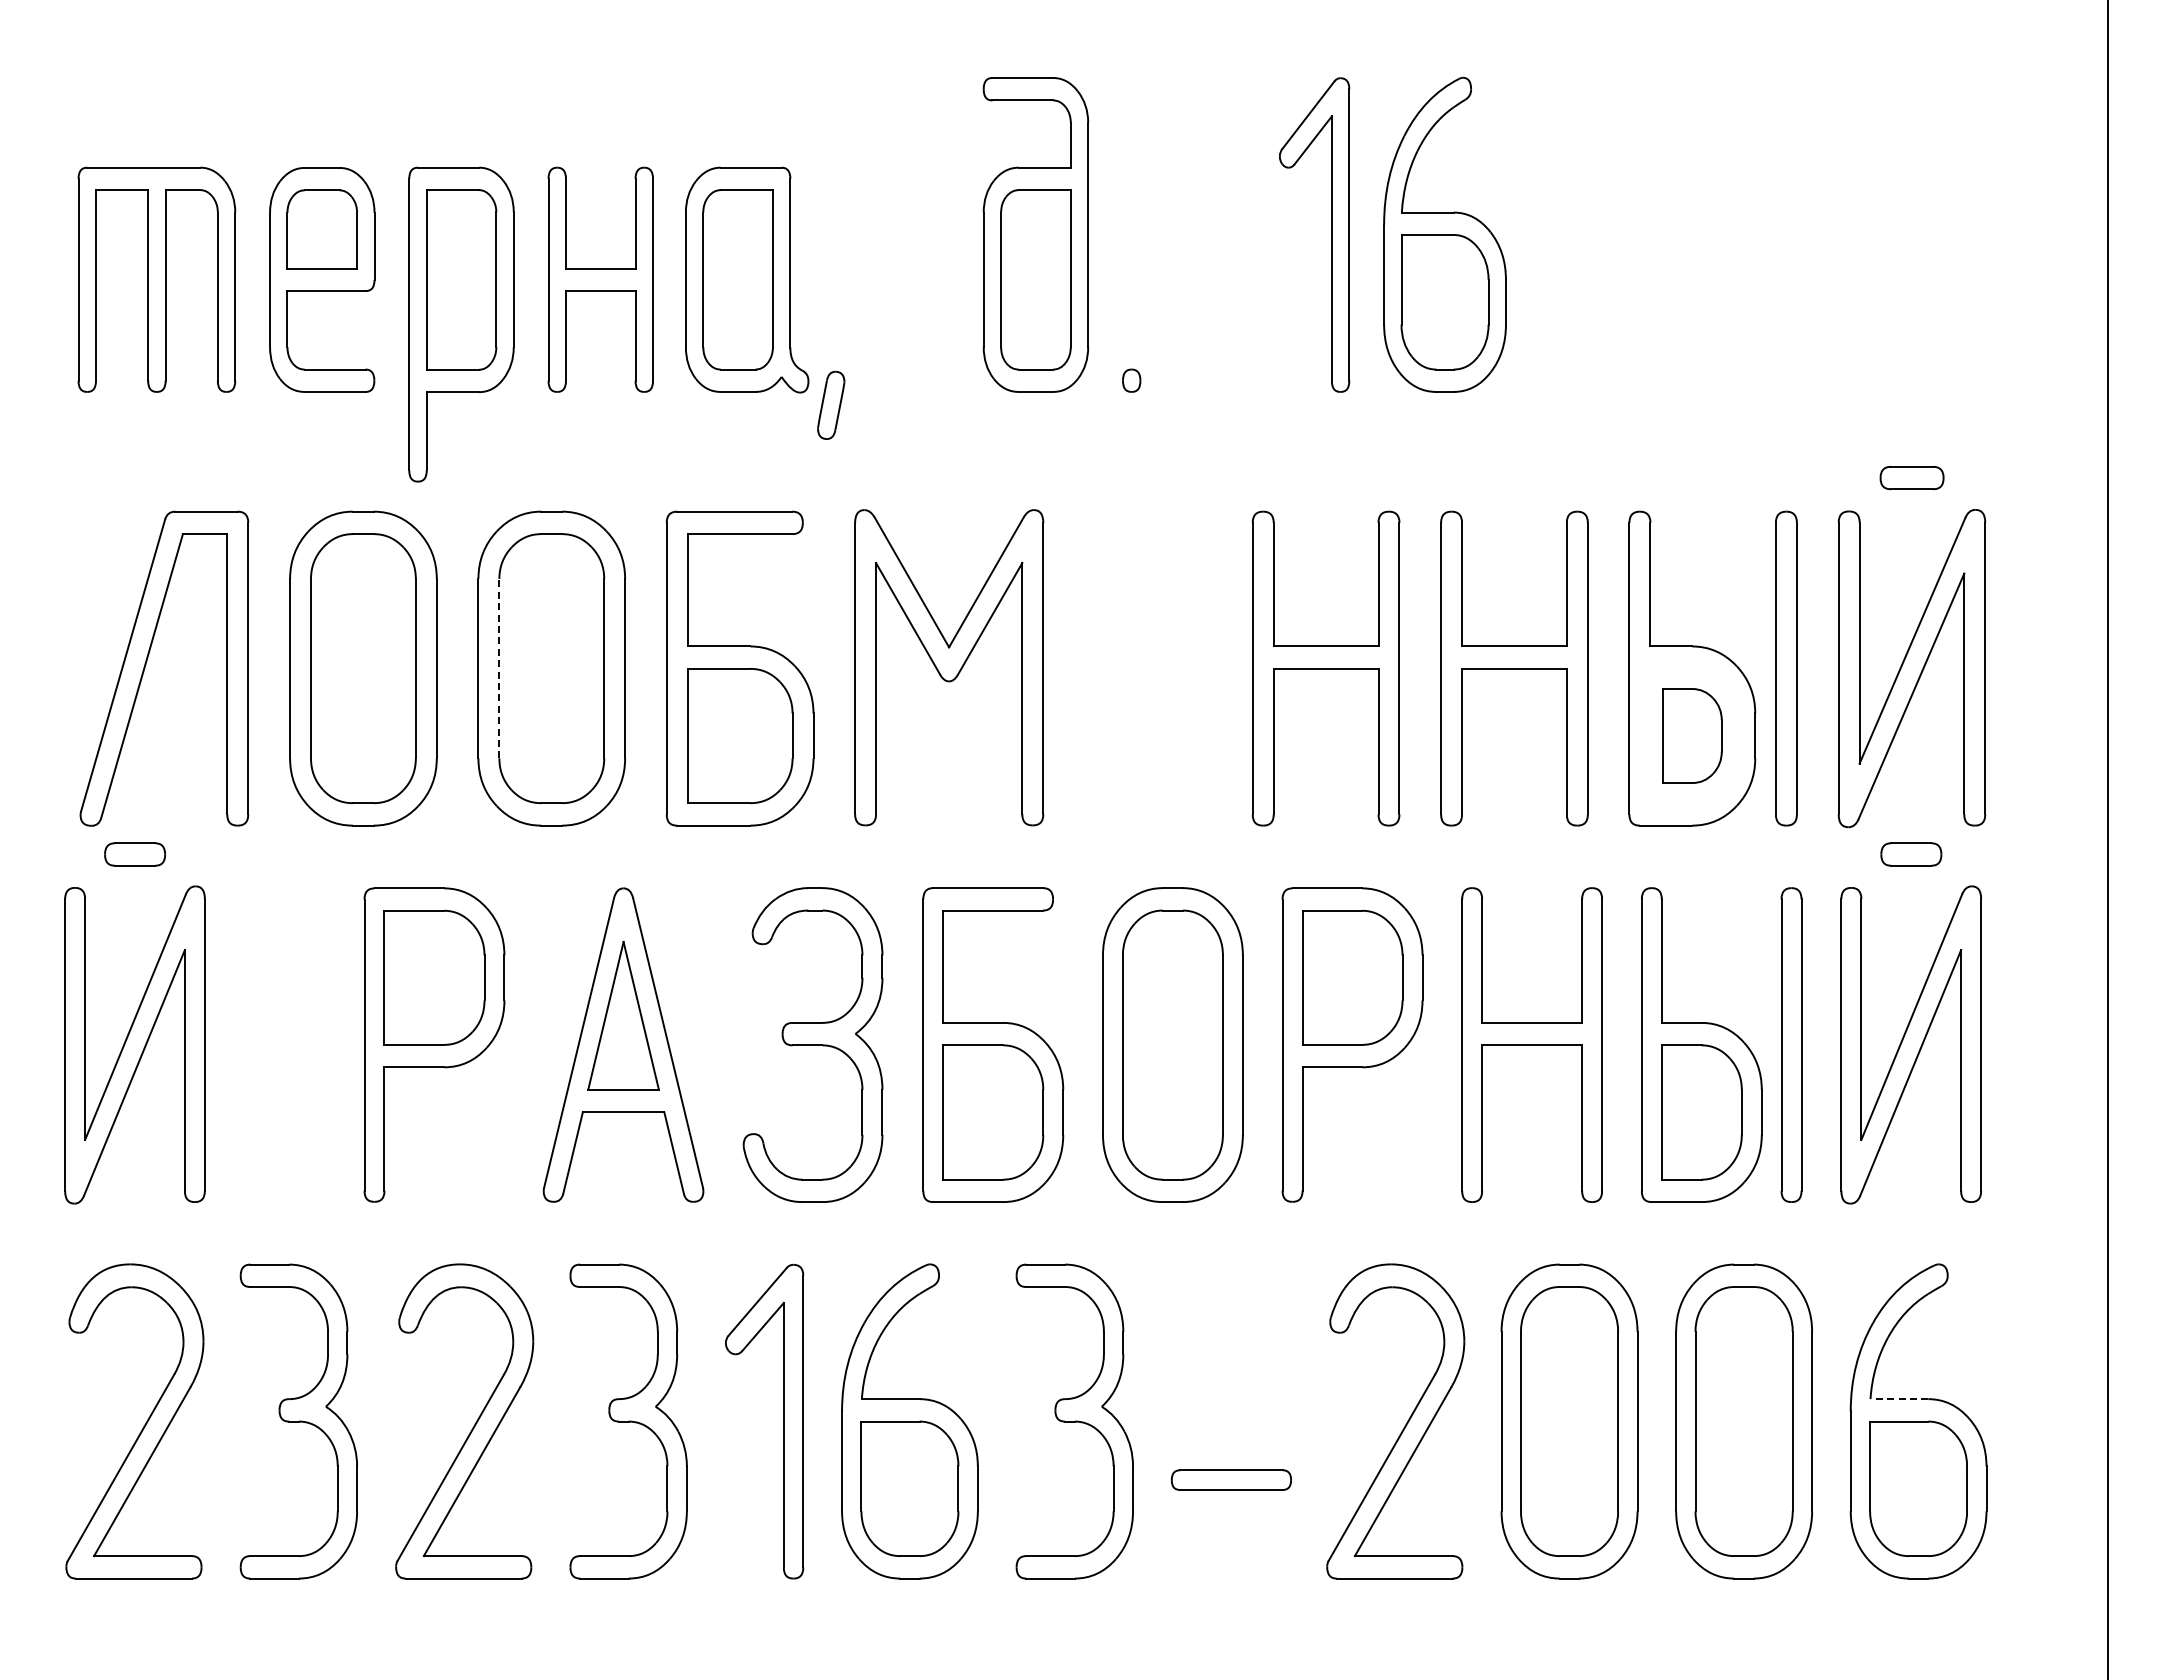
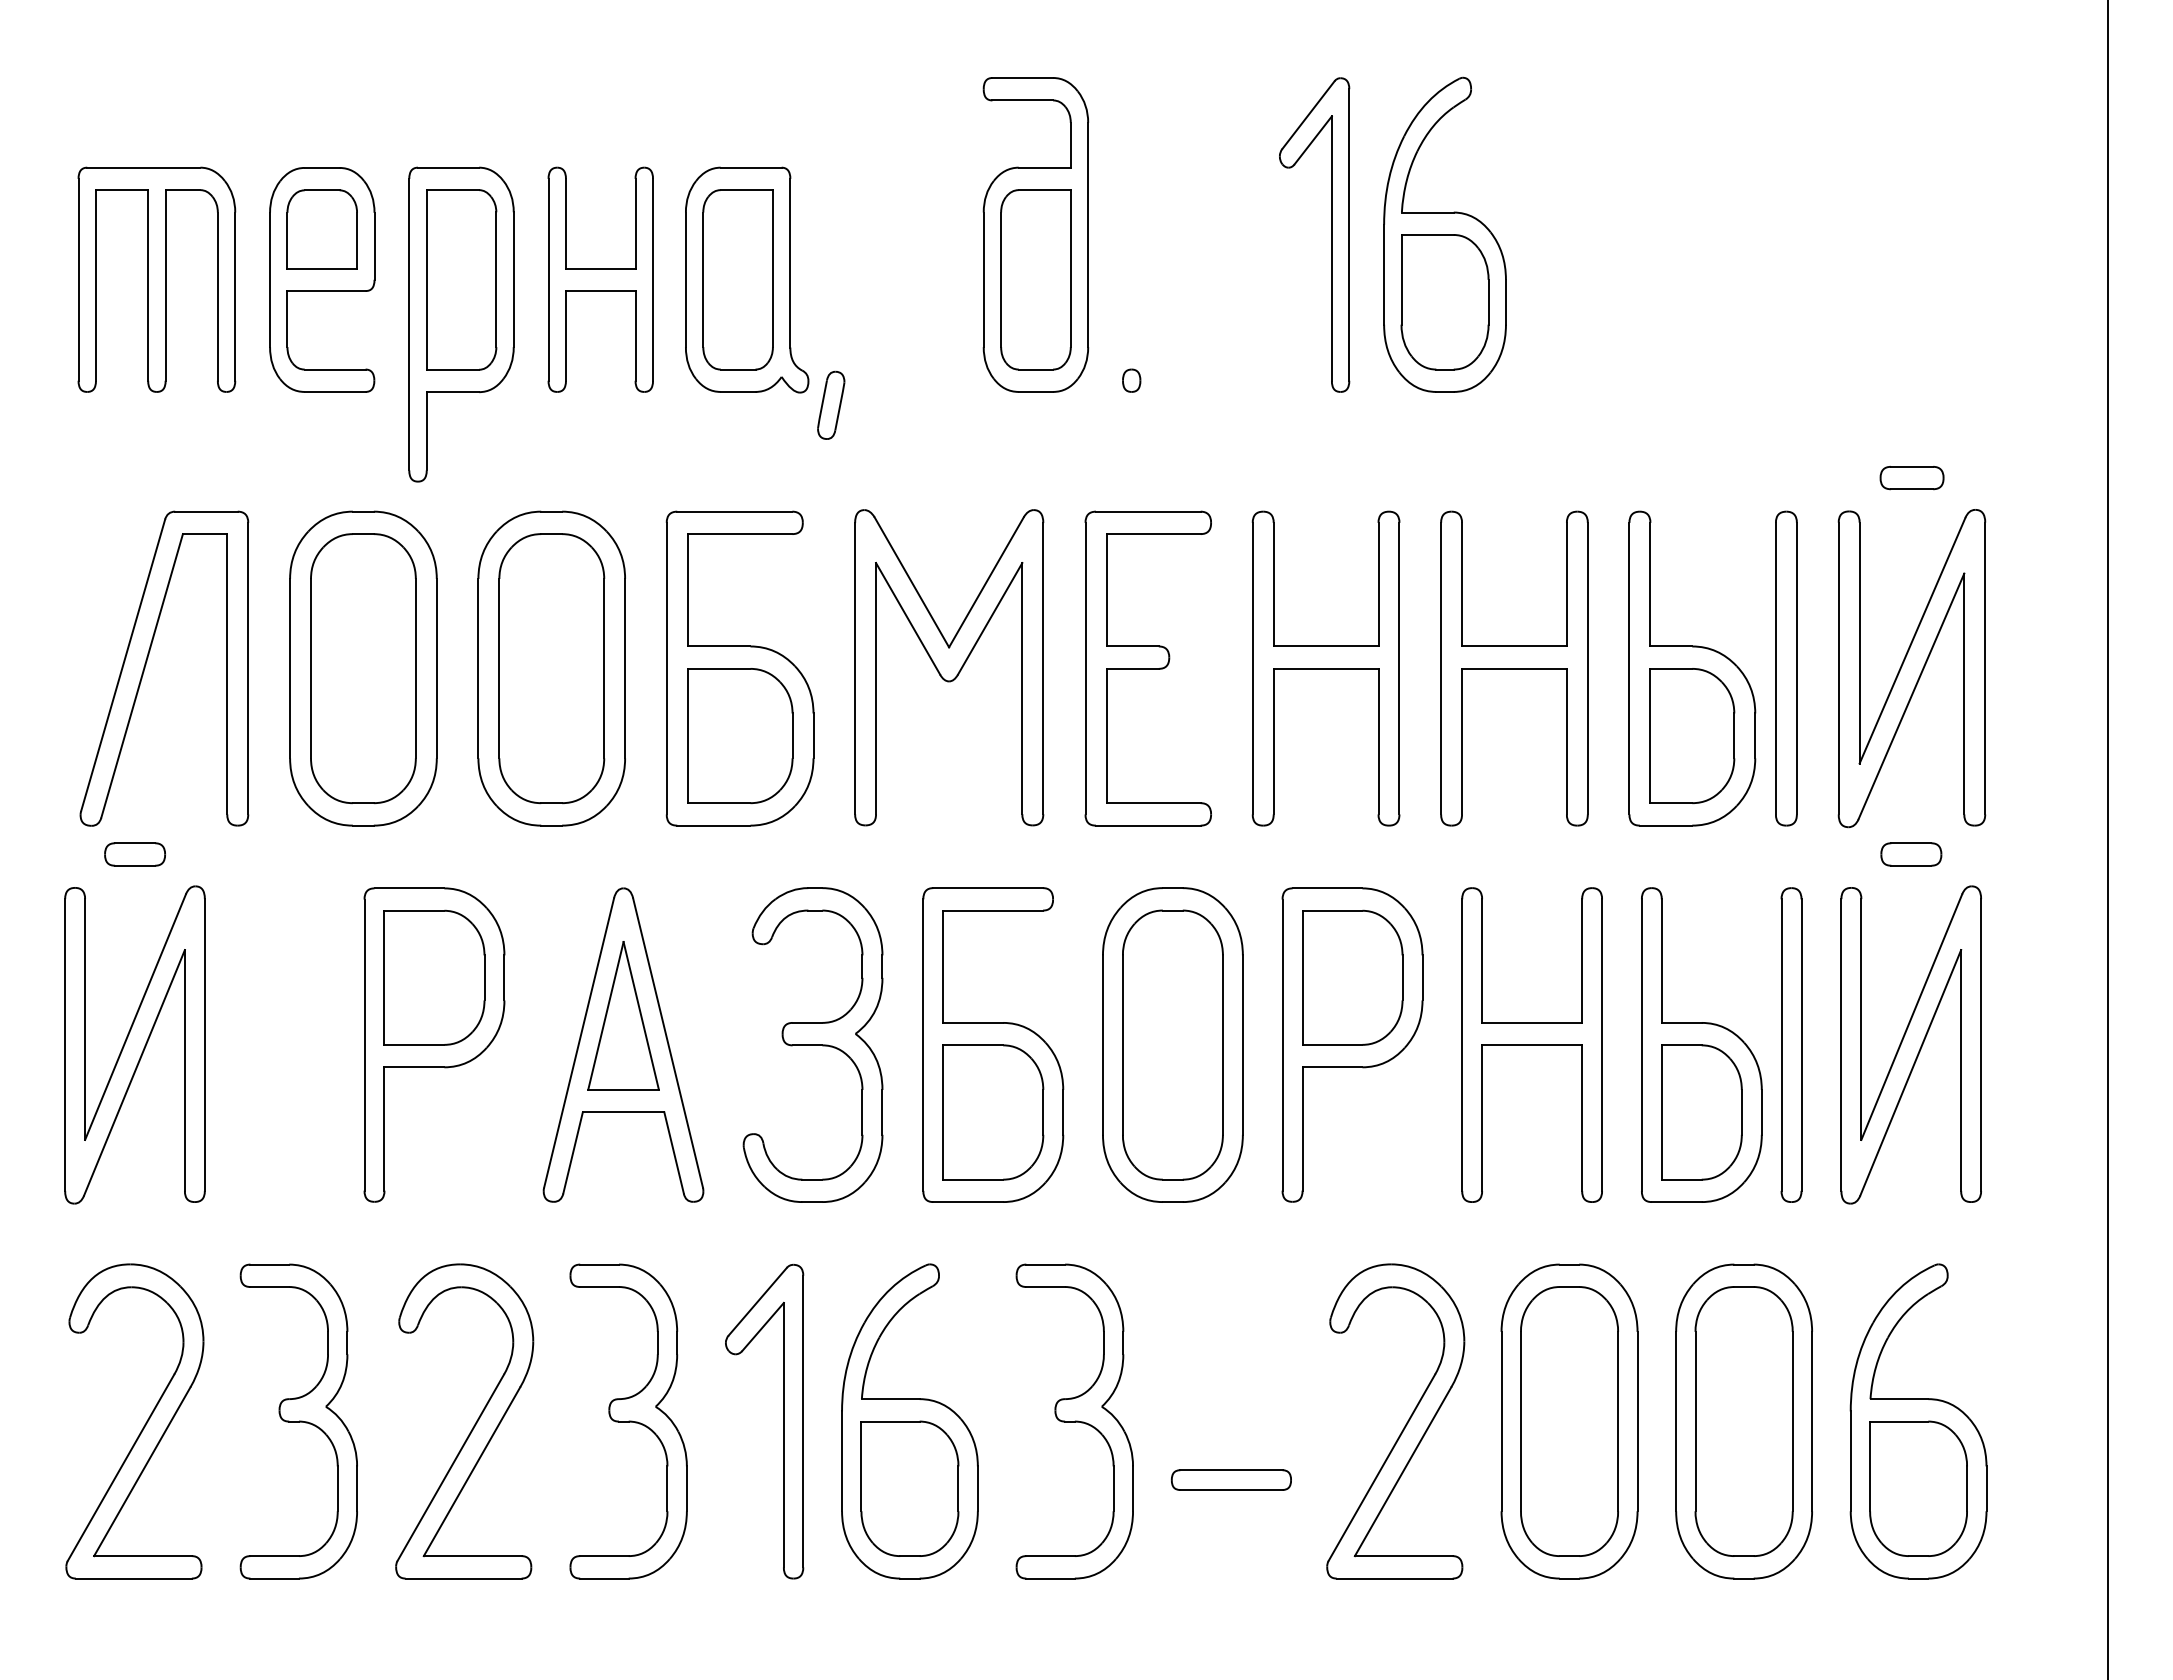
line at (499, 668): dashed -> solid
part at (1147, 668): none -> present
part at (1692, 735) size: 61x96 px -> 87x136 px
line at (1899, 1399): dashed -> solid
